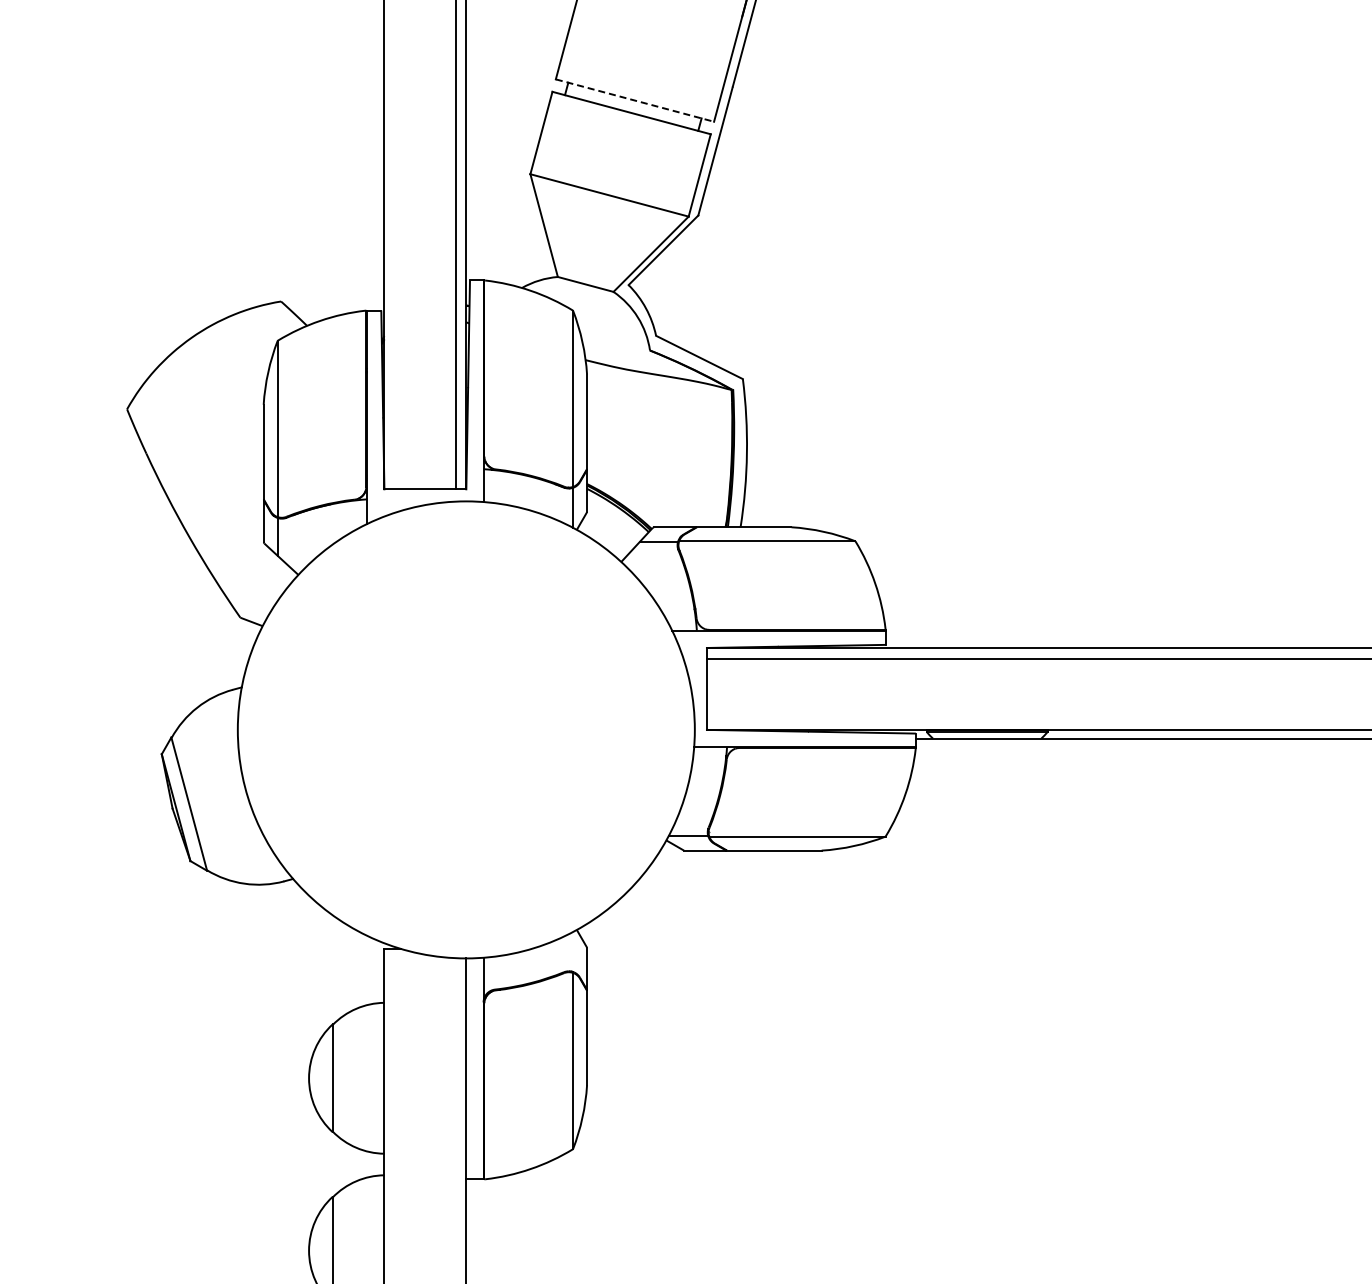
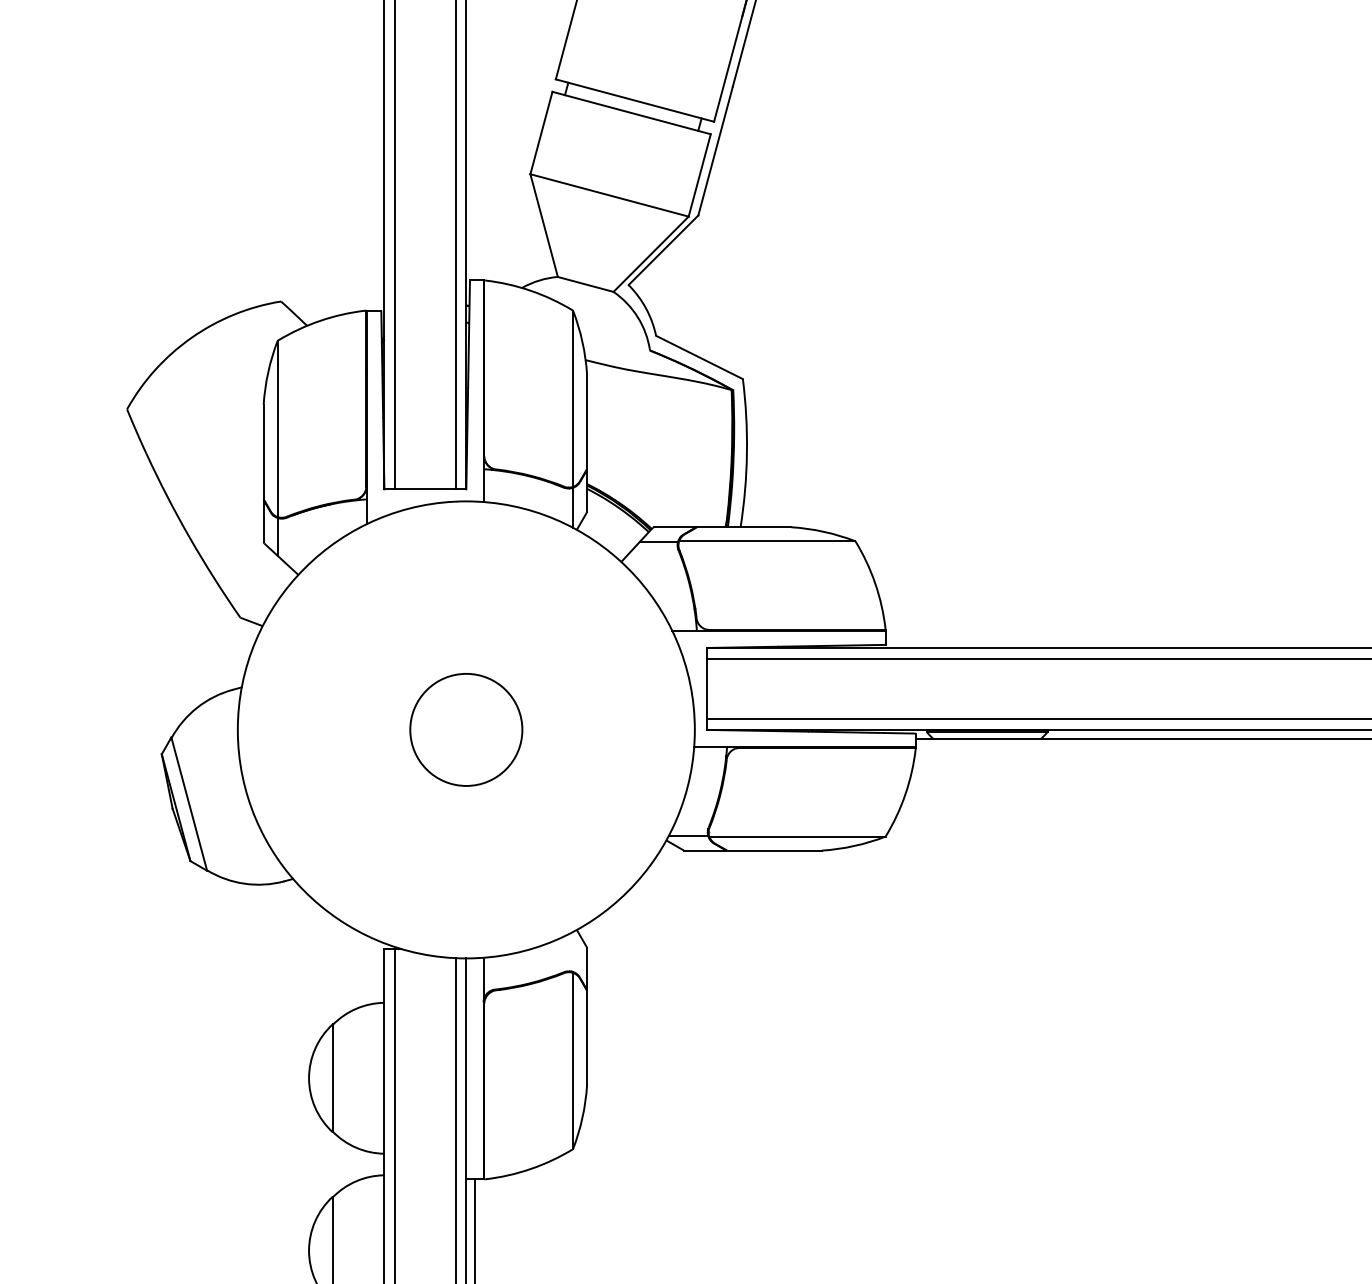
line at (634, 100): dashed -> solid
line at (395, 245): none -> present
line at (1037, 719): none -> present
circle at (466, 729): none -> present
line at (395, 1114): none -> present
line at (455, 1119): none -> present
line at (474, 1229): none -> present
